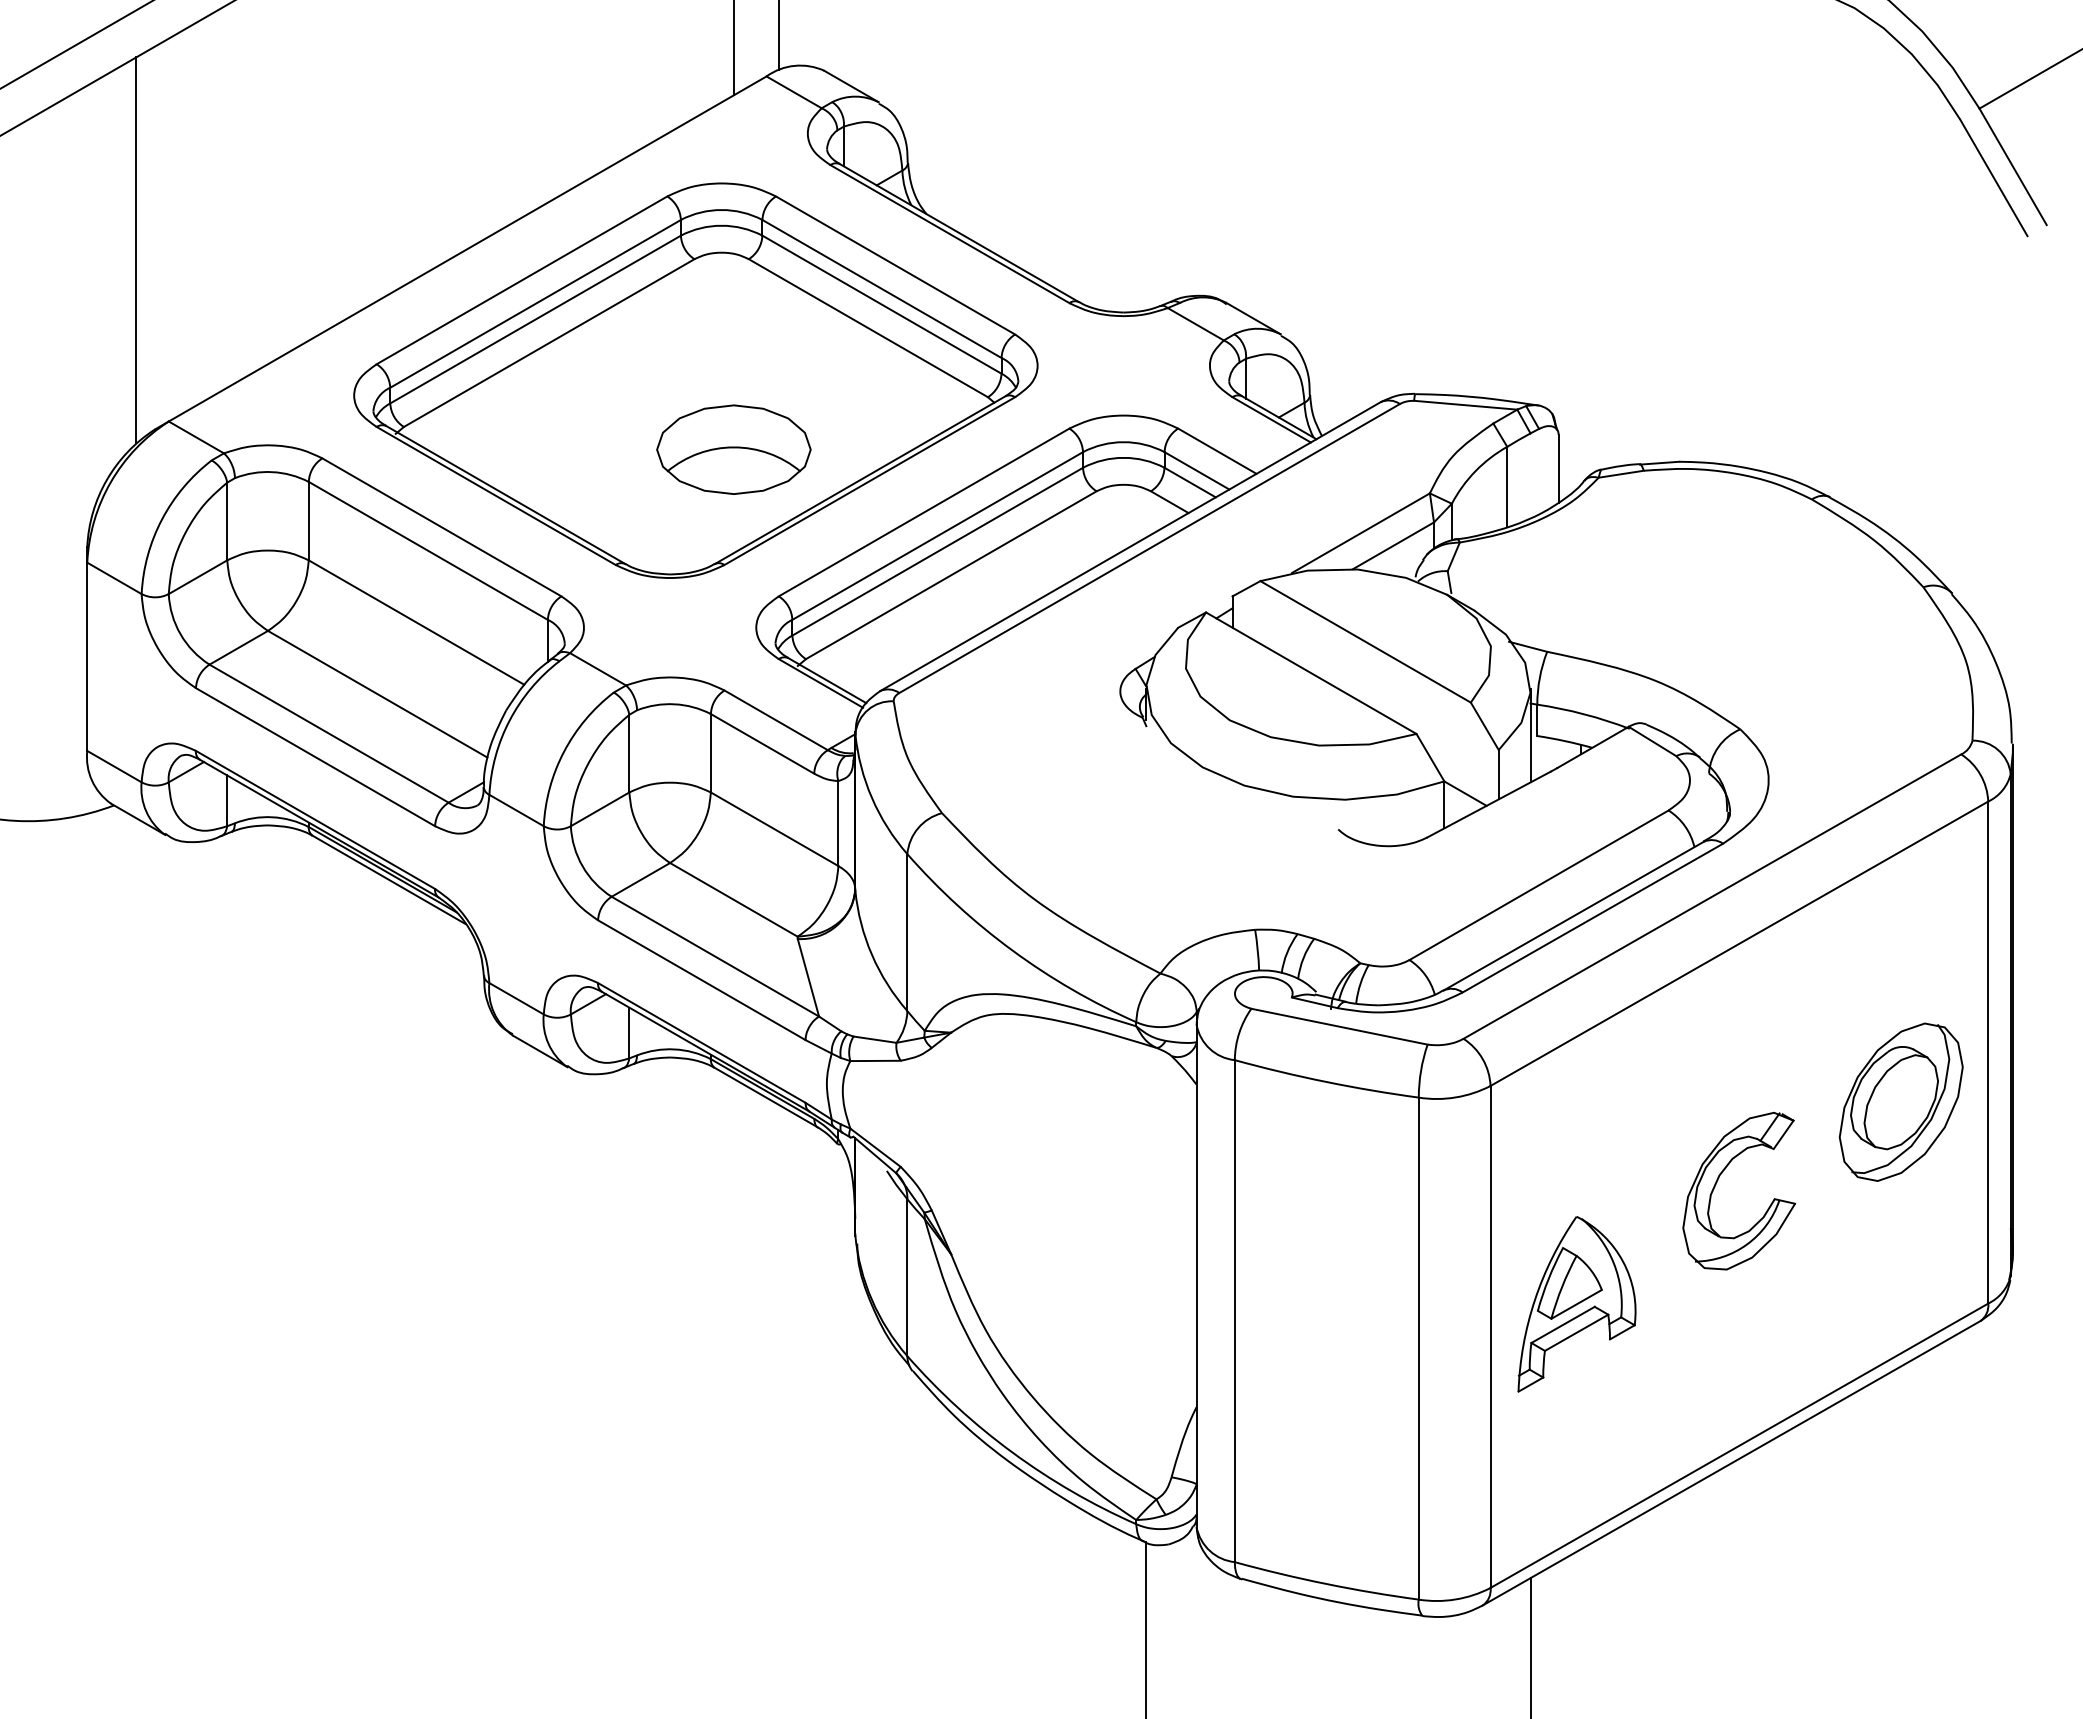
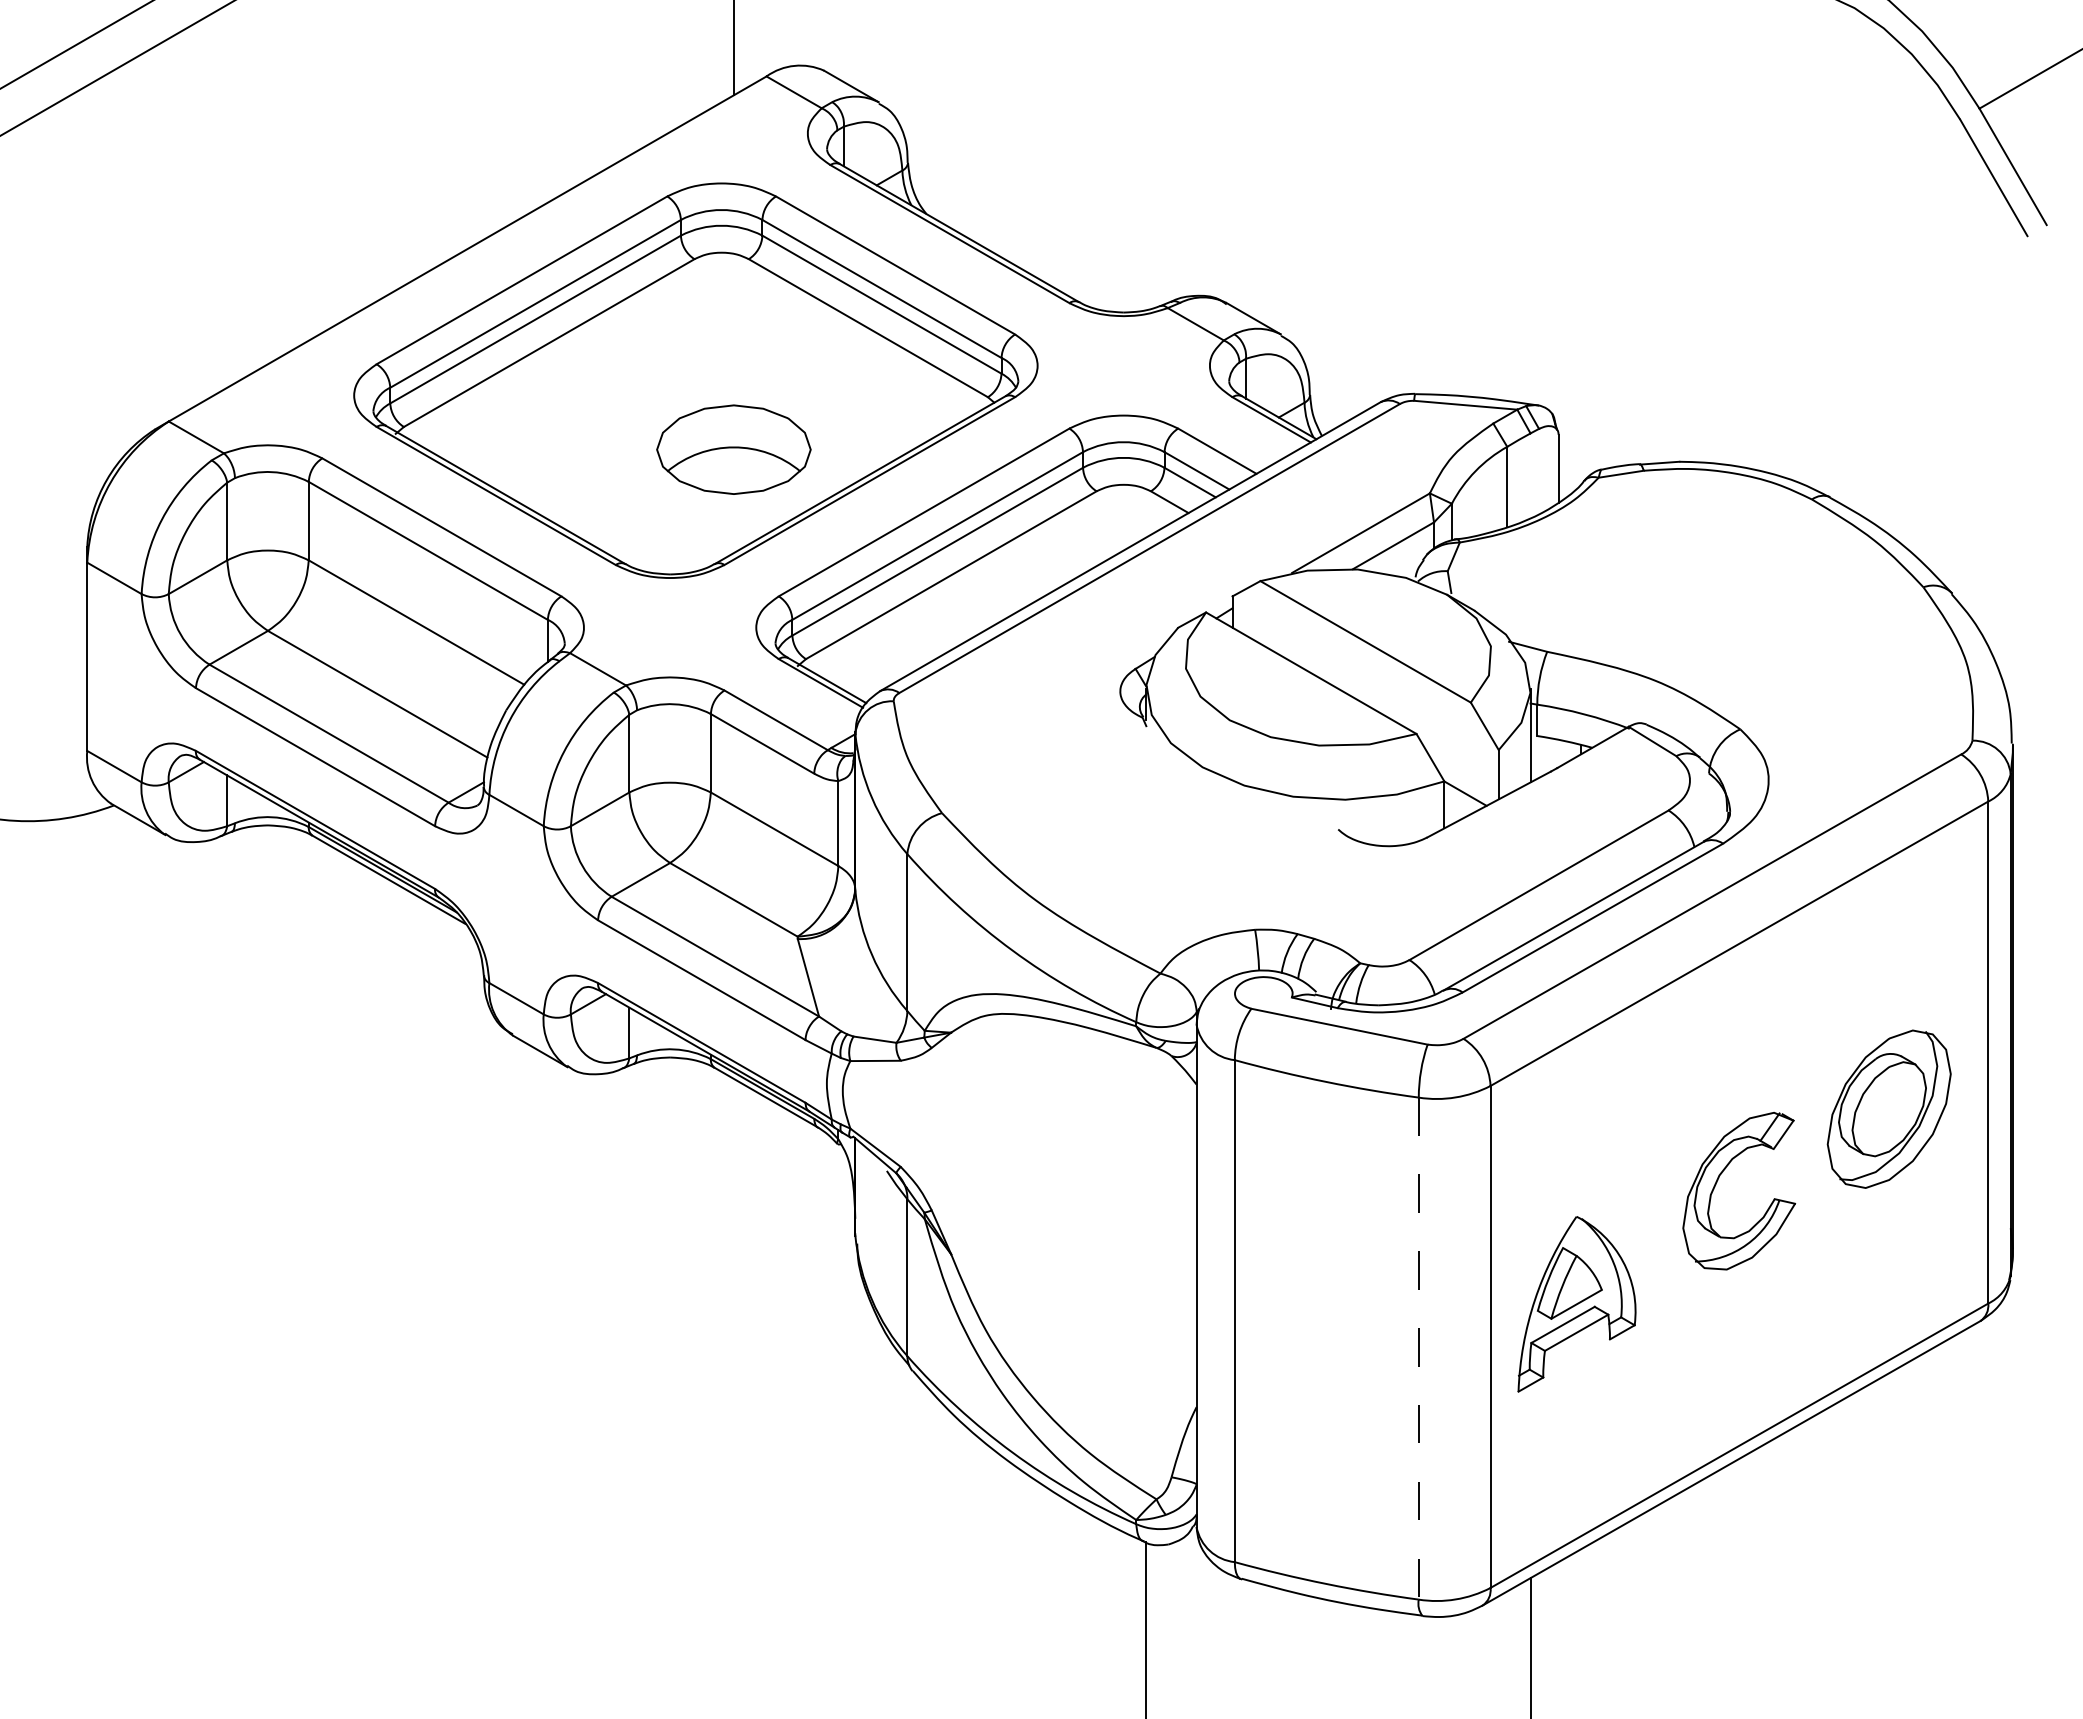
line at (778, 36): present -> none
line at (136, 250): present -> none
part at (1900, 1101) position: (1900, 1101) -> (1888, 1108)
line at (1418, 1348): solid -> dashed
